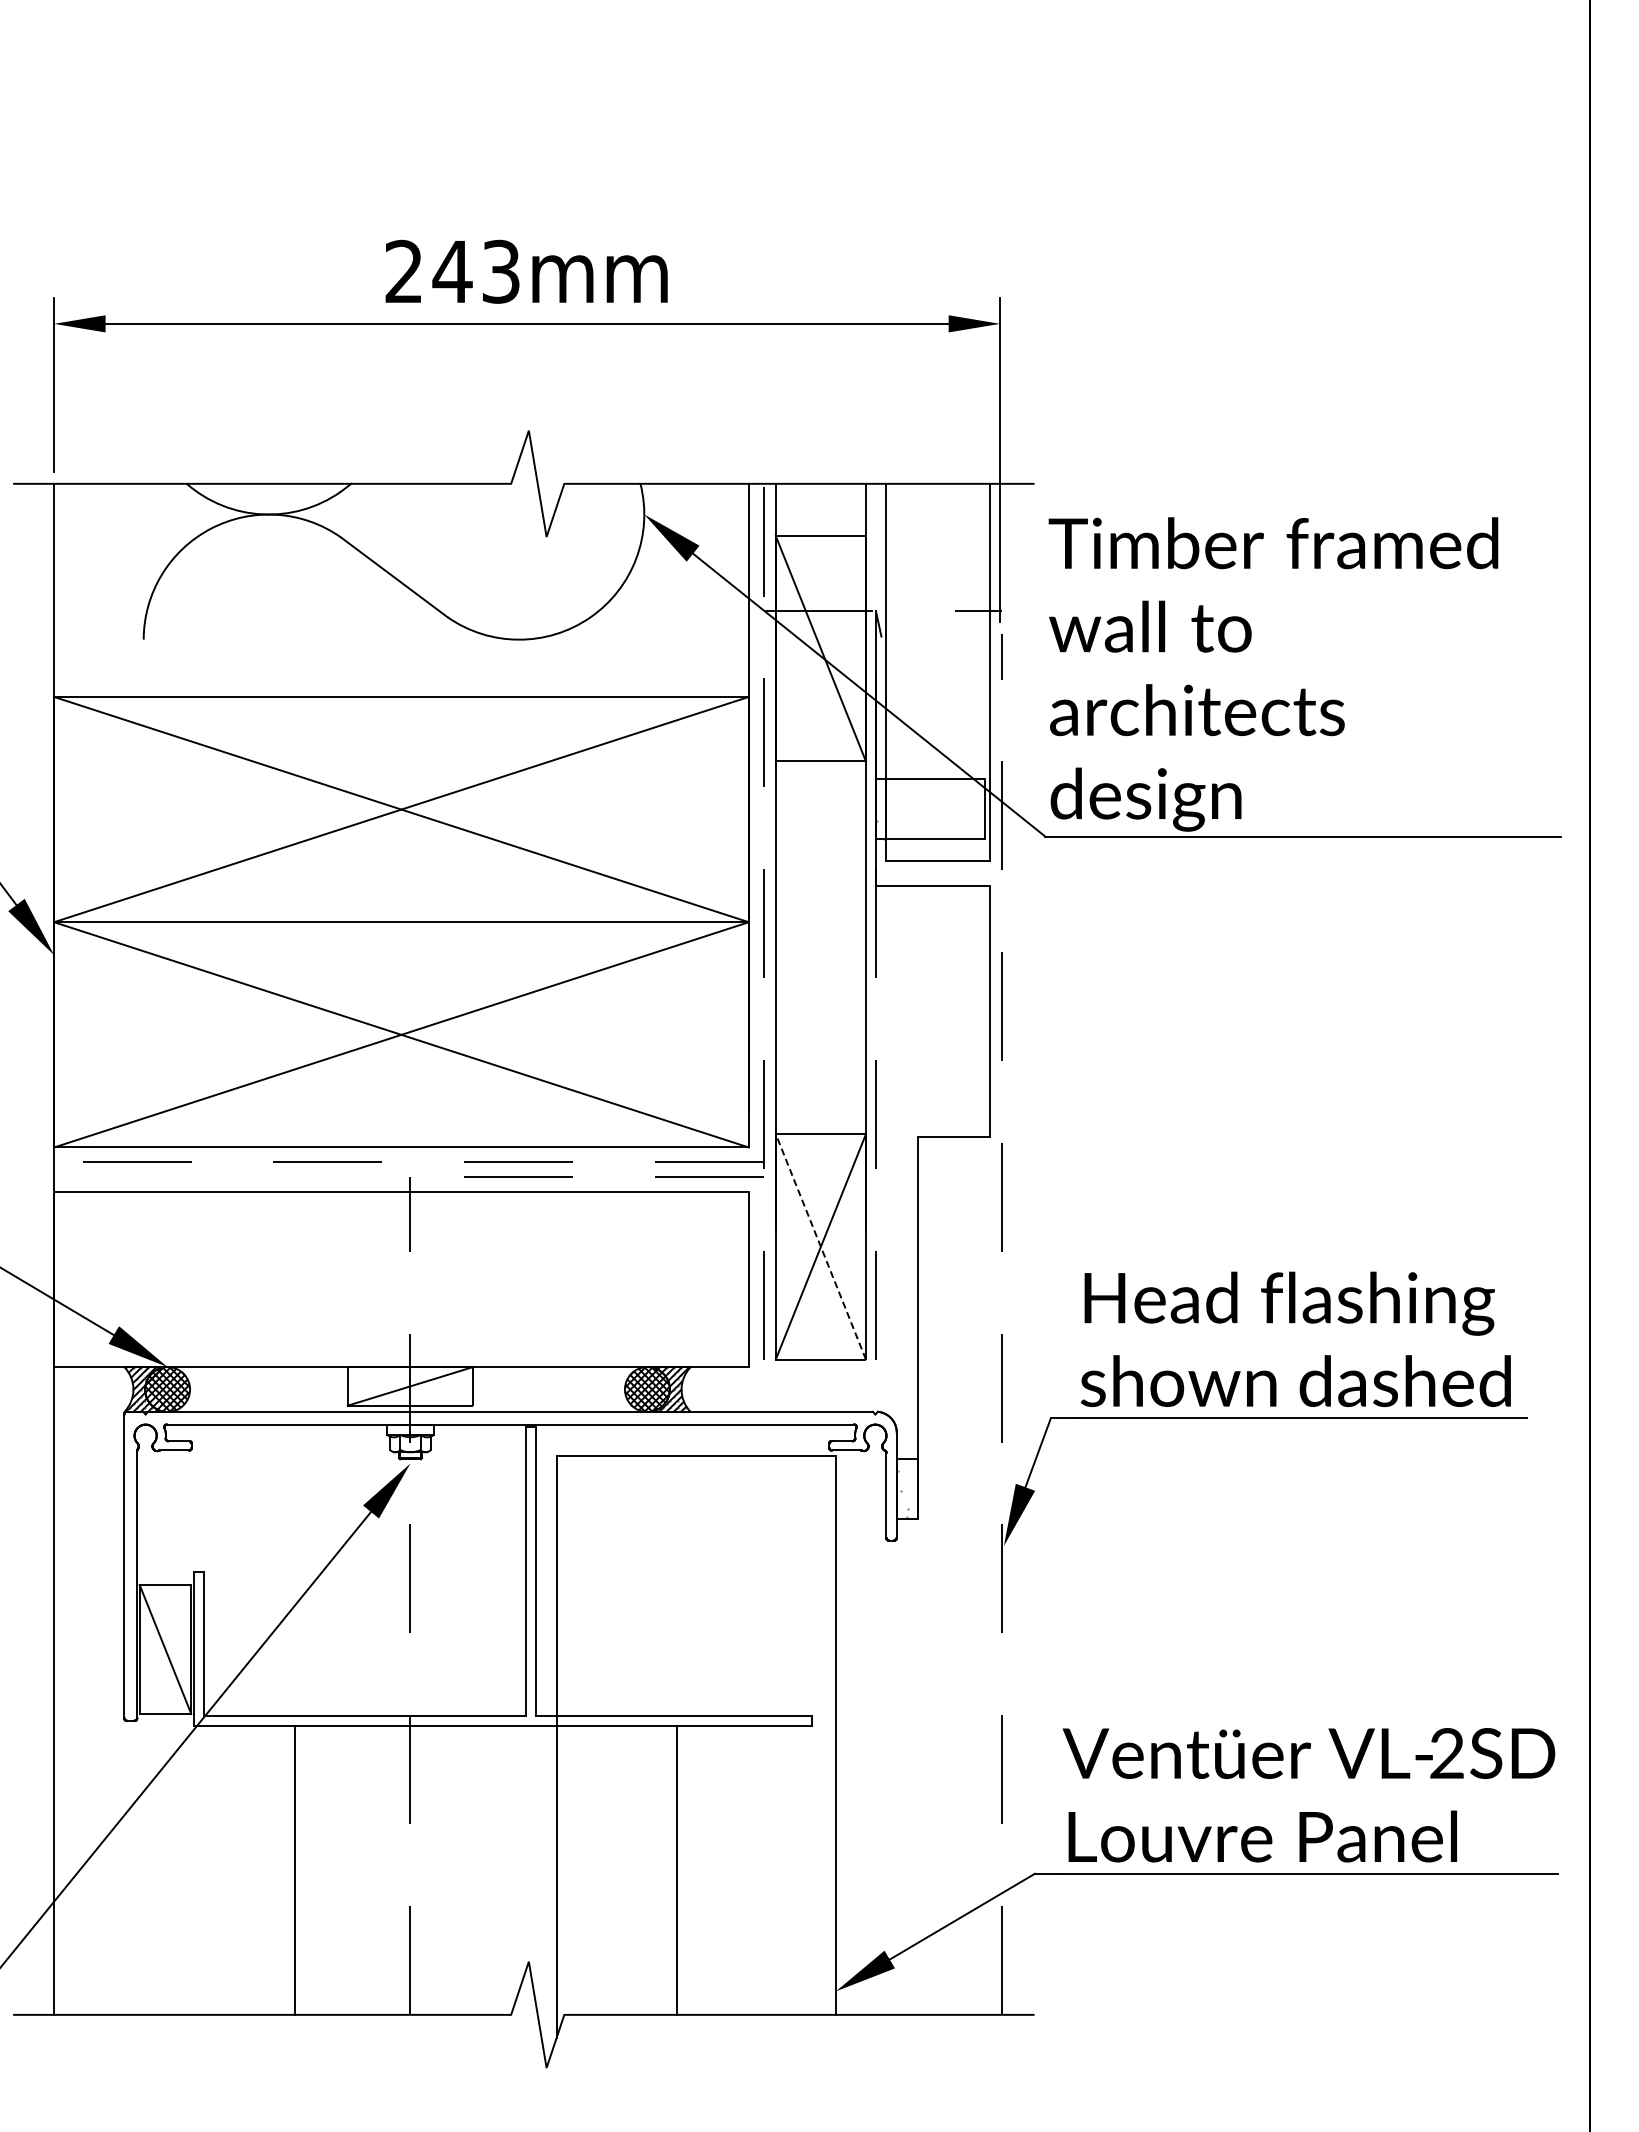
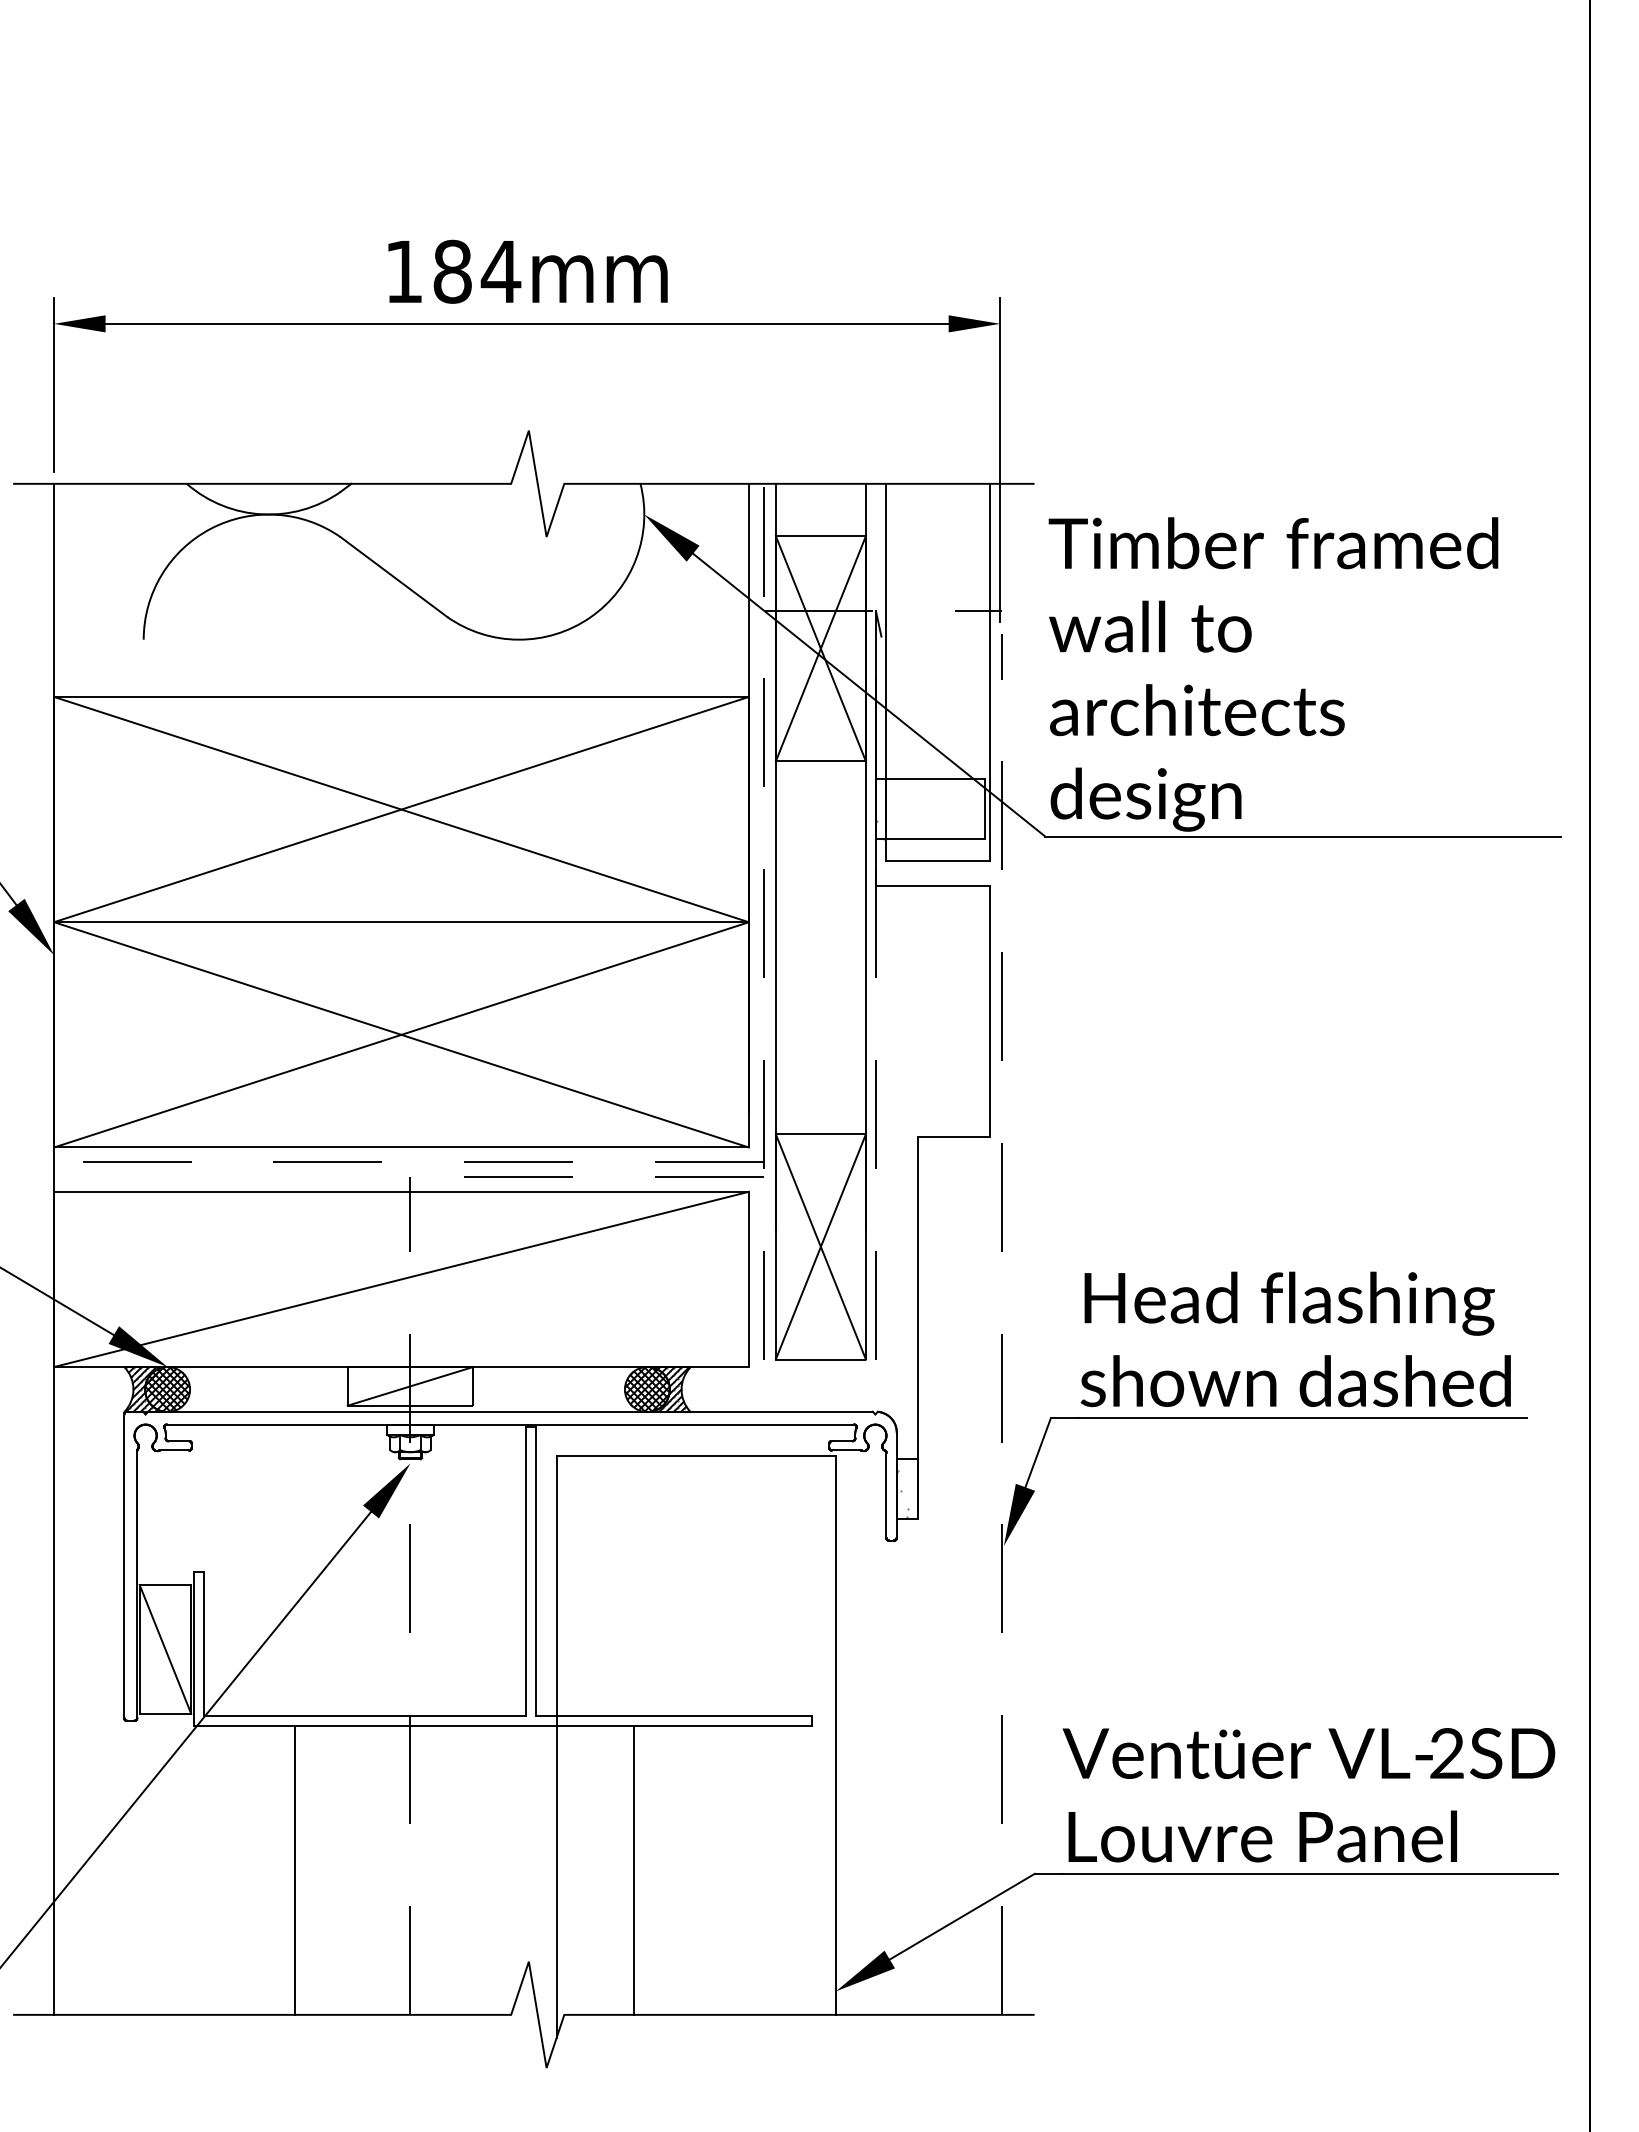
text at (453, 271): 243mm -> 184mm
line at (820, 648): none -> present
line at (820, 1246): dashed -> solid
line at (401, 1279): none -> present
line at (677, 1870) position: (677, 1870) -> (634, 1870)
